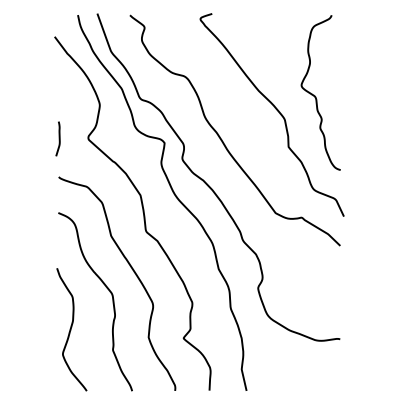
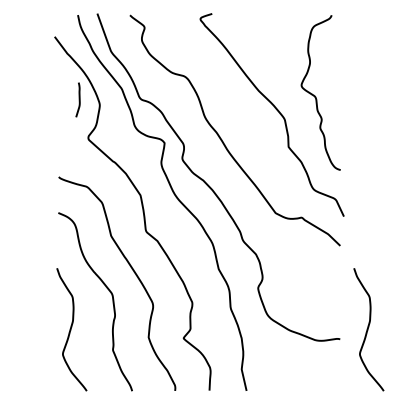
curve at (58, 138) position: (58, 138) -> (78, 99)
curve at (368, 329): none -> present
